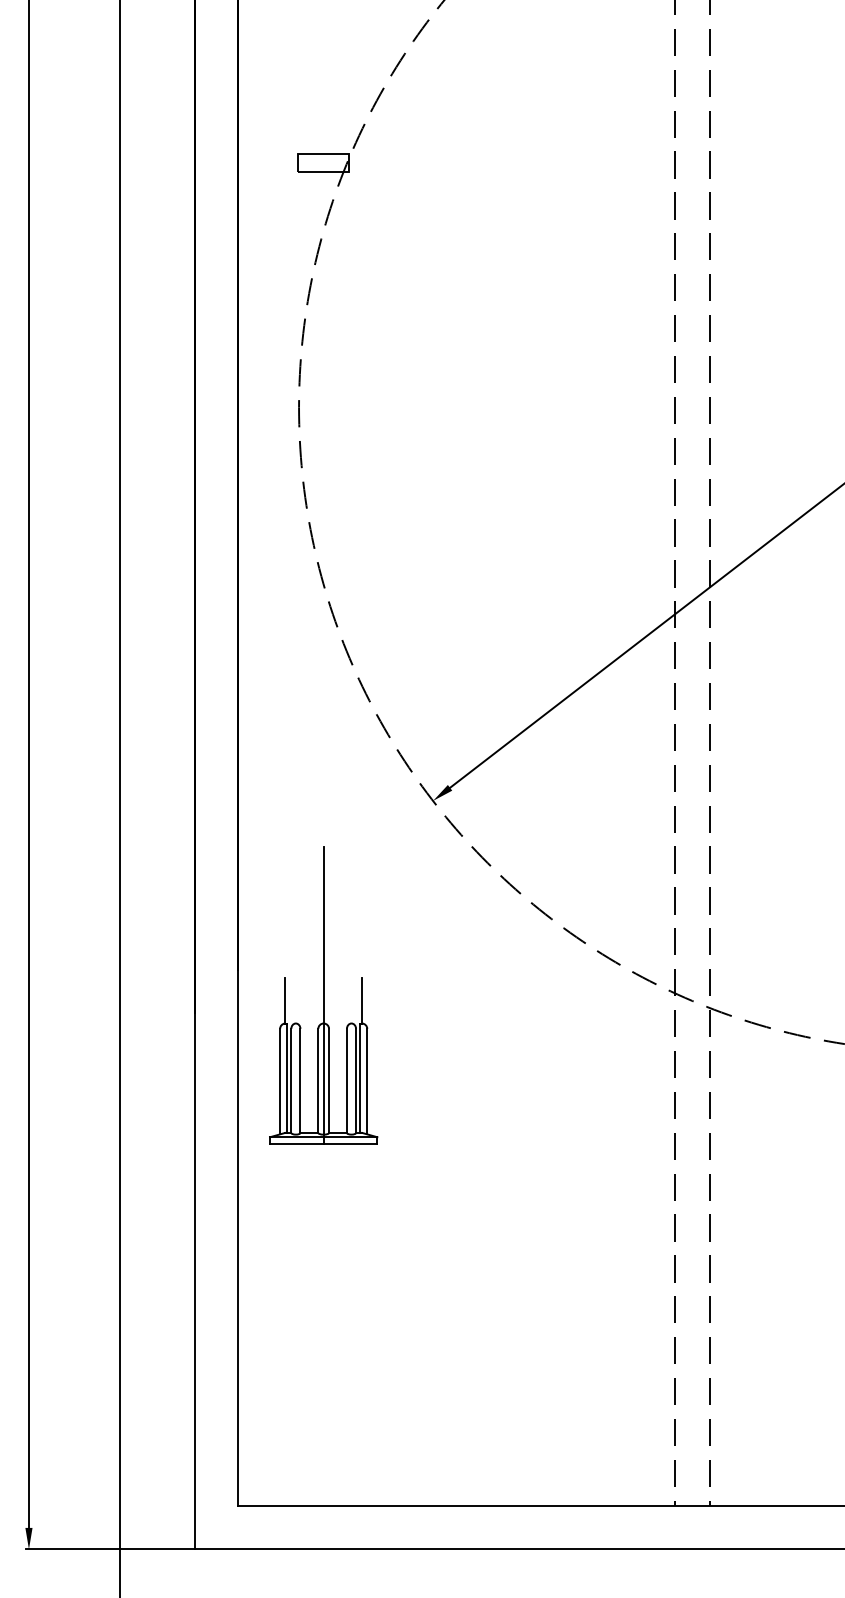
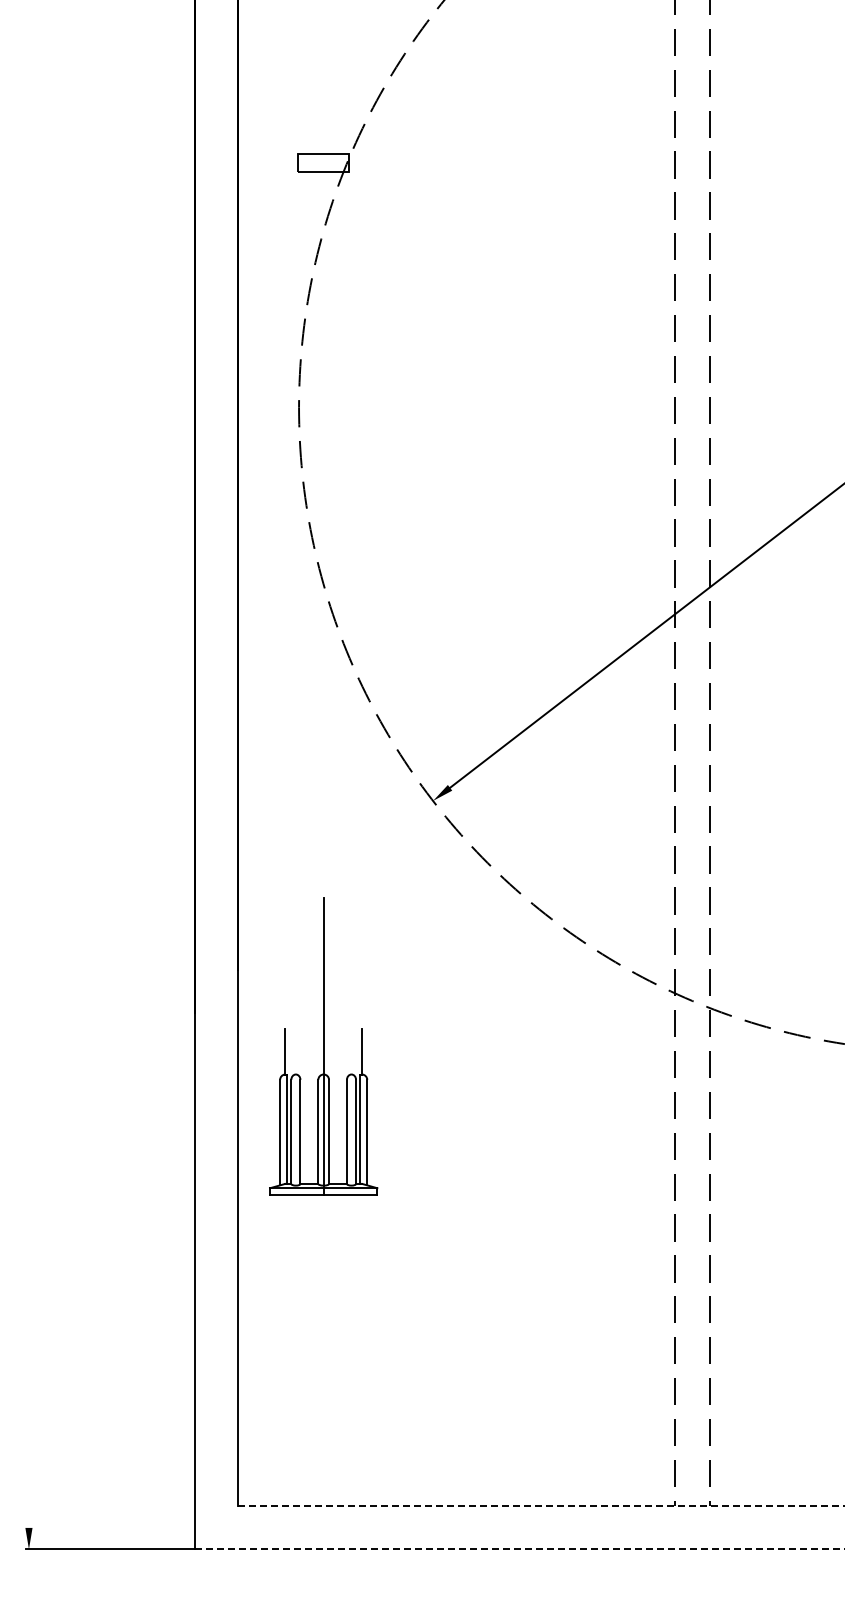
line at (28, 764): present -> none
line at (119, 798): present -> none
part at (323, 995) position: (323, 995) -> (323, 1046)
line at (541, 1506): solid -> dashed
line at (519, 1549): solid -> dashed
